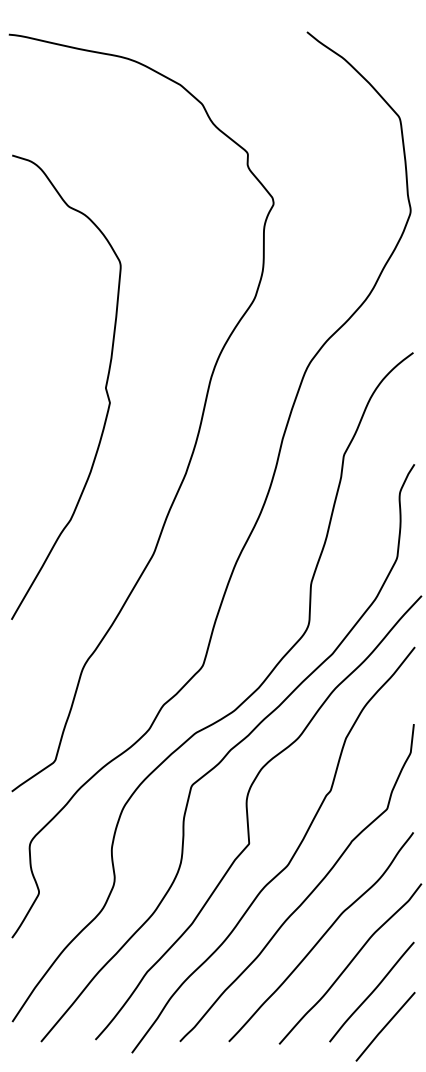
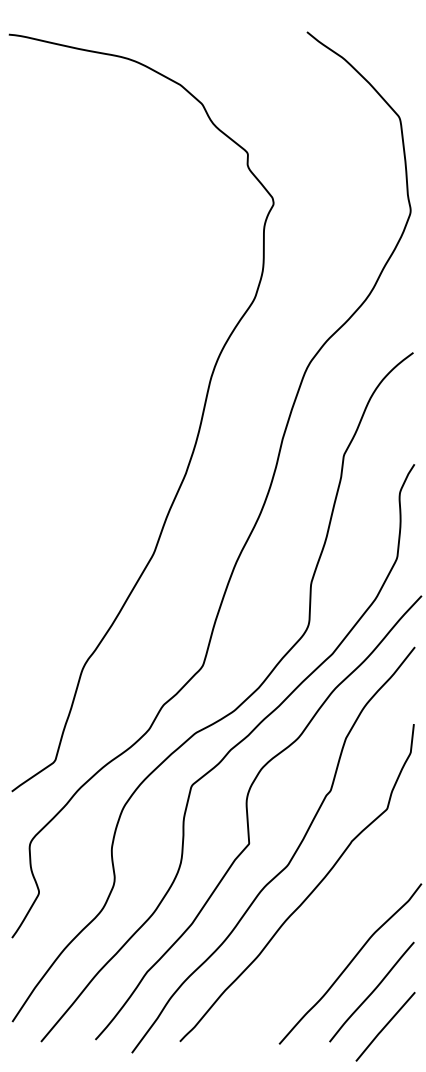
curve at (105, 386): present -> none
curve at (320, 937): present -> none
